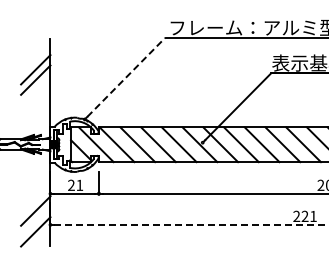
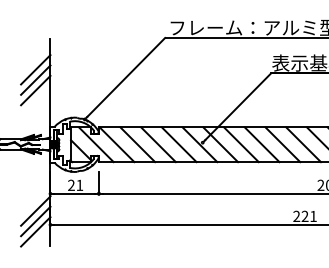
line at (126, 77): dashed -> solid
line at (35, 90): none -> present
line at (35, 221): none -> present
line at (192, 224): dashed -> solid
